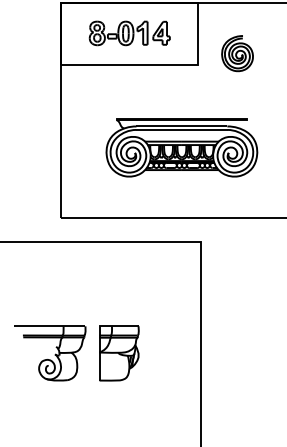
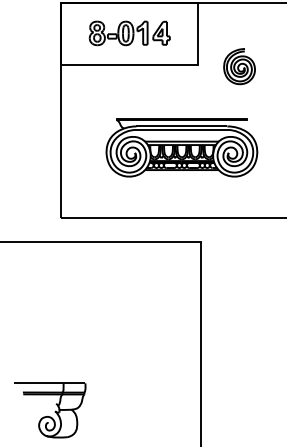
part at (237, 53) position: (237, 53) -> (239, 66)
part at (50, 353) position: (50, 353) -> (50, 410)
part at (119, 353): present -> none
